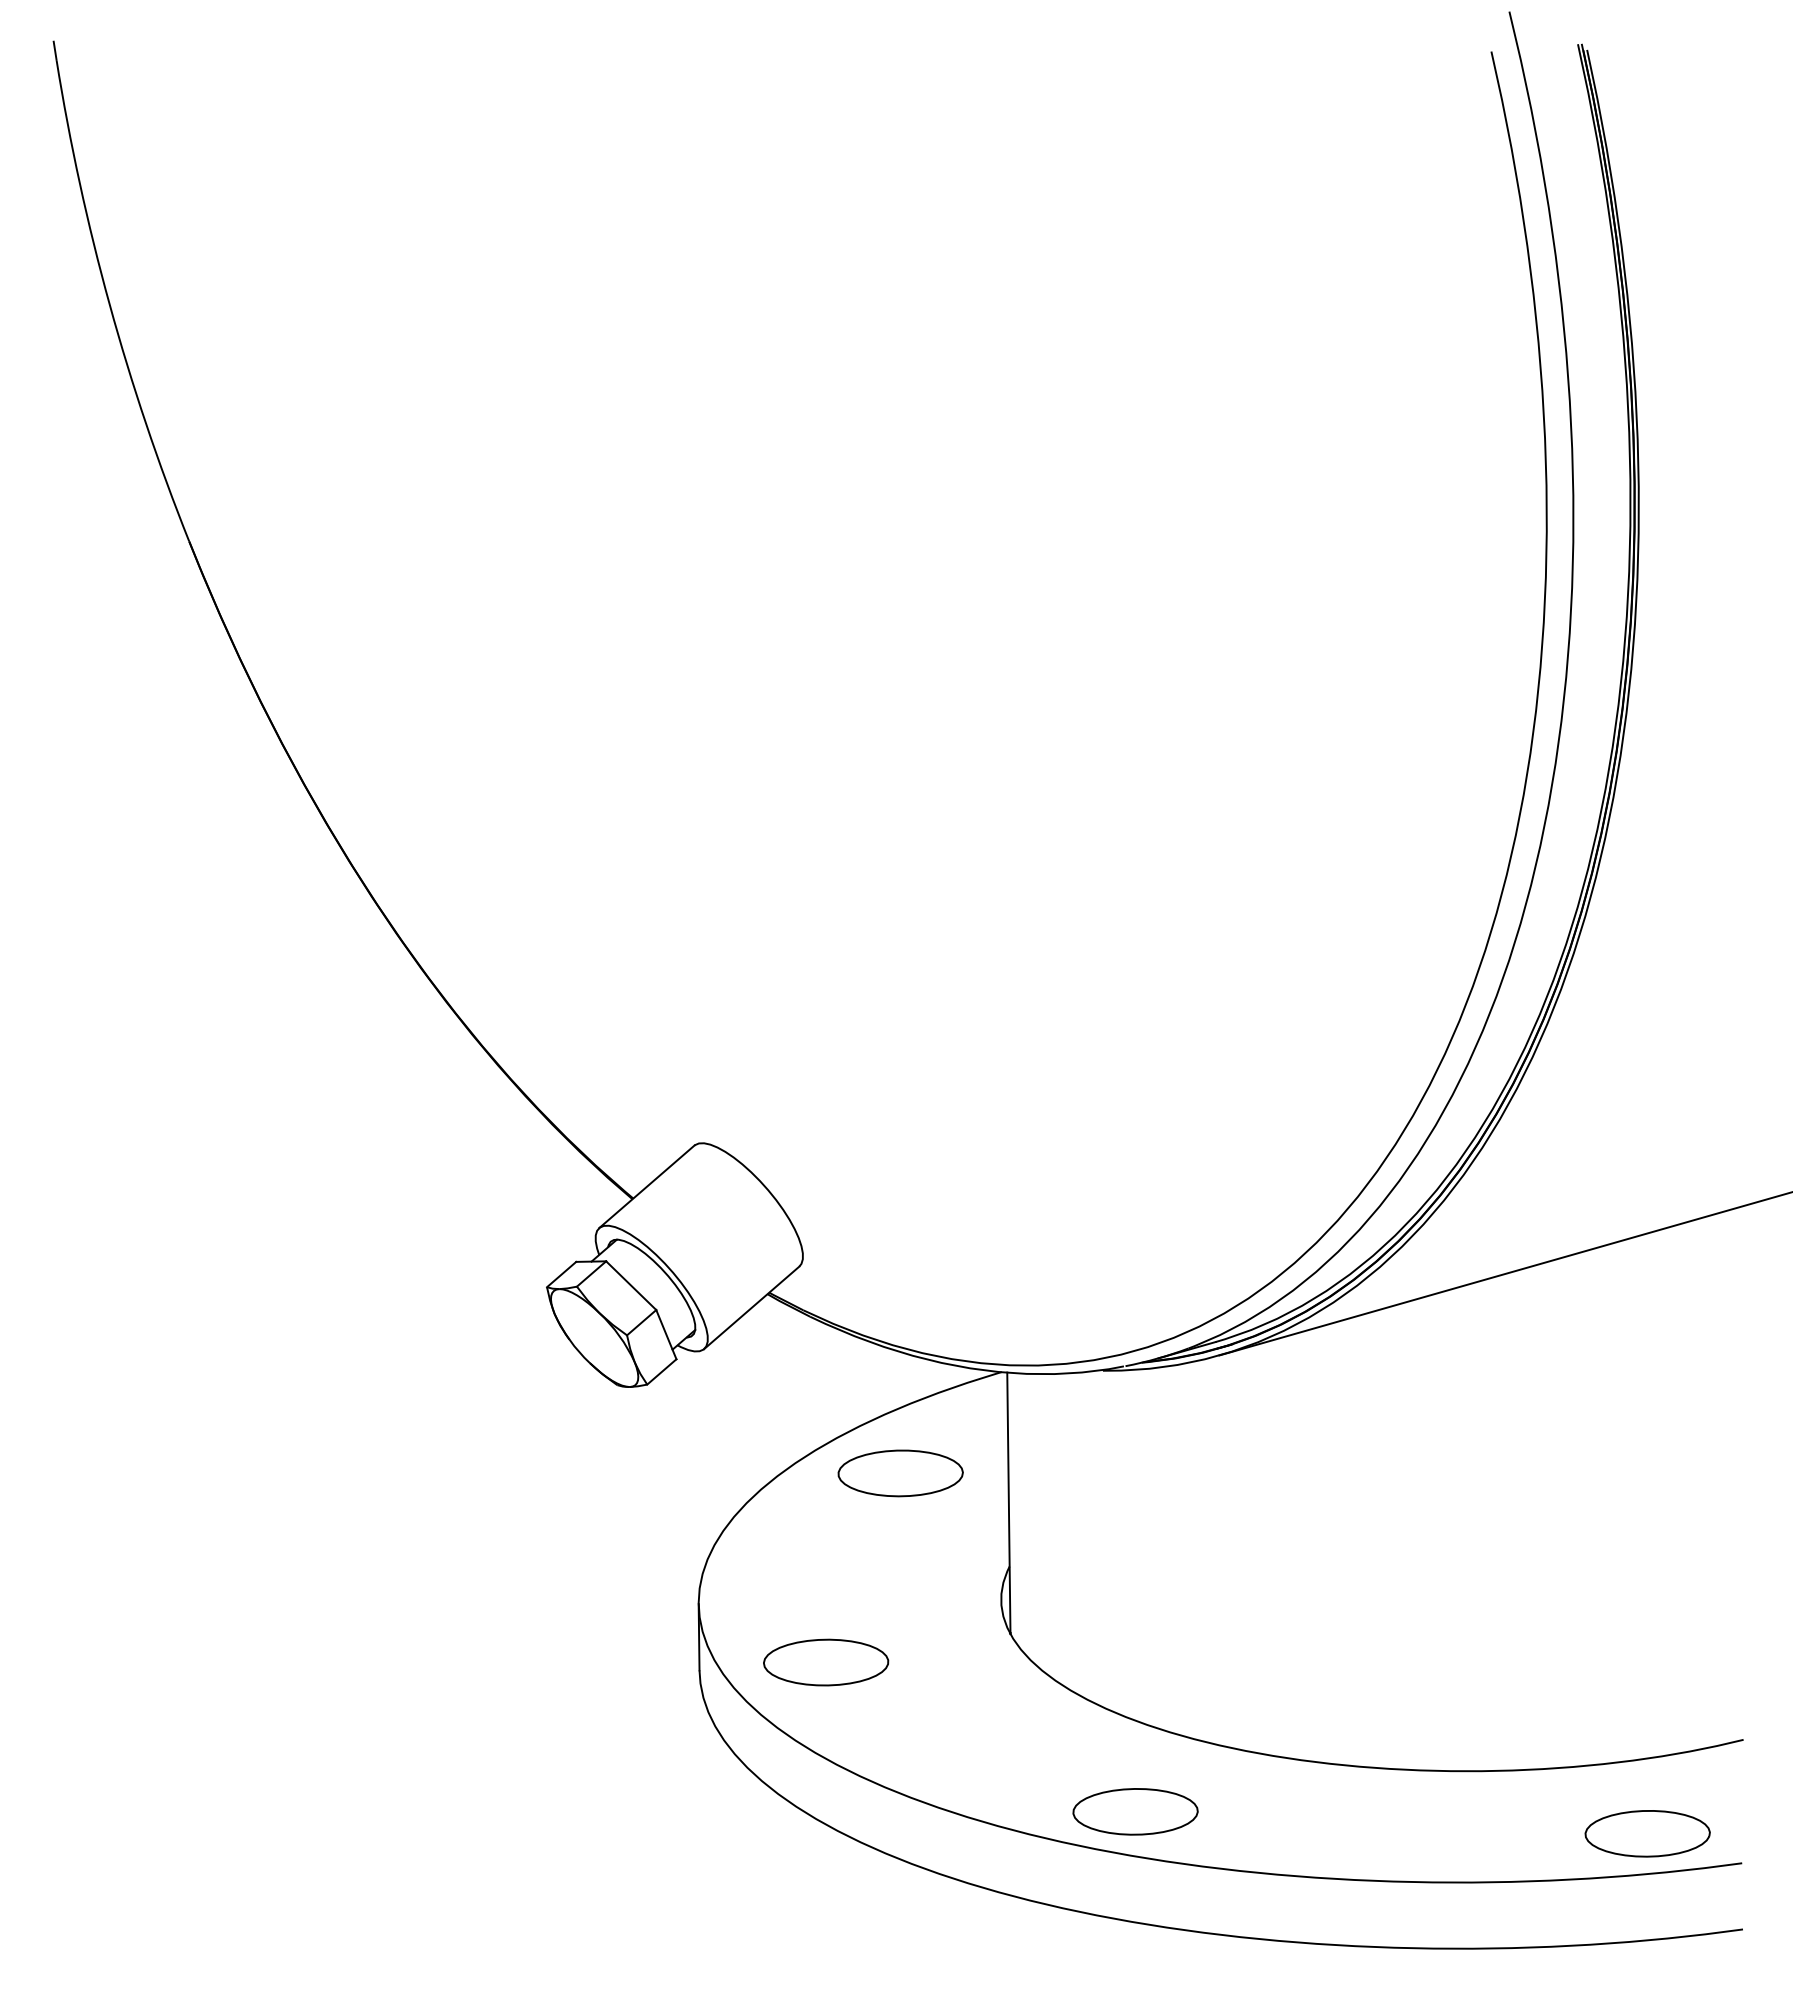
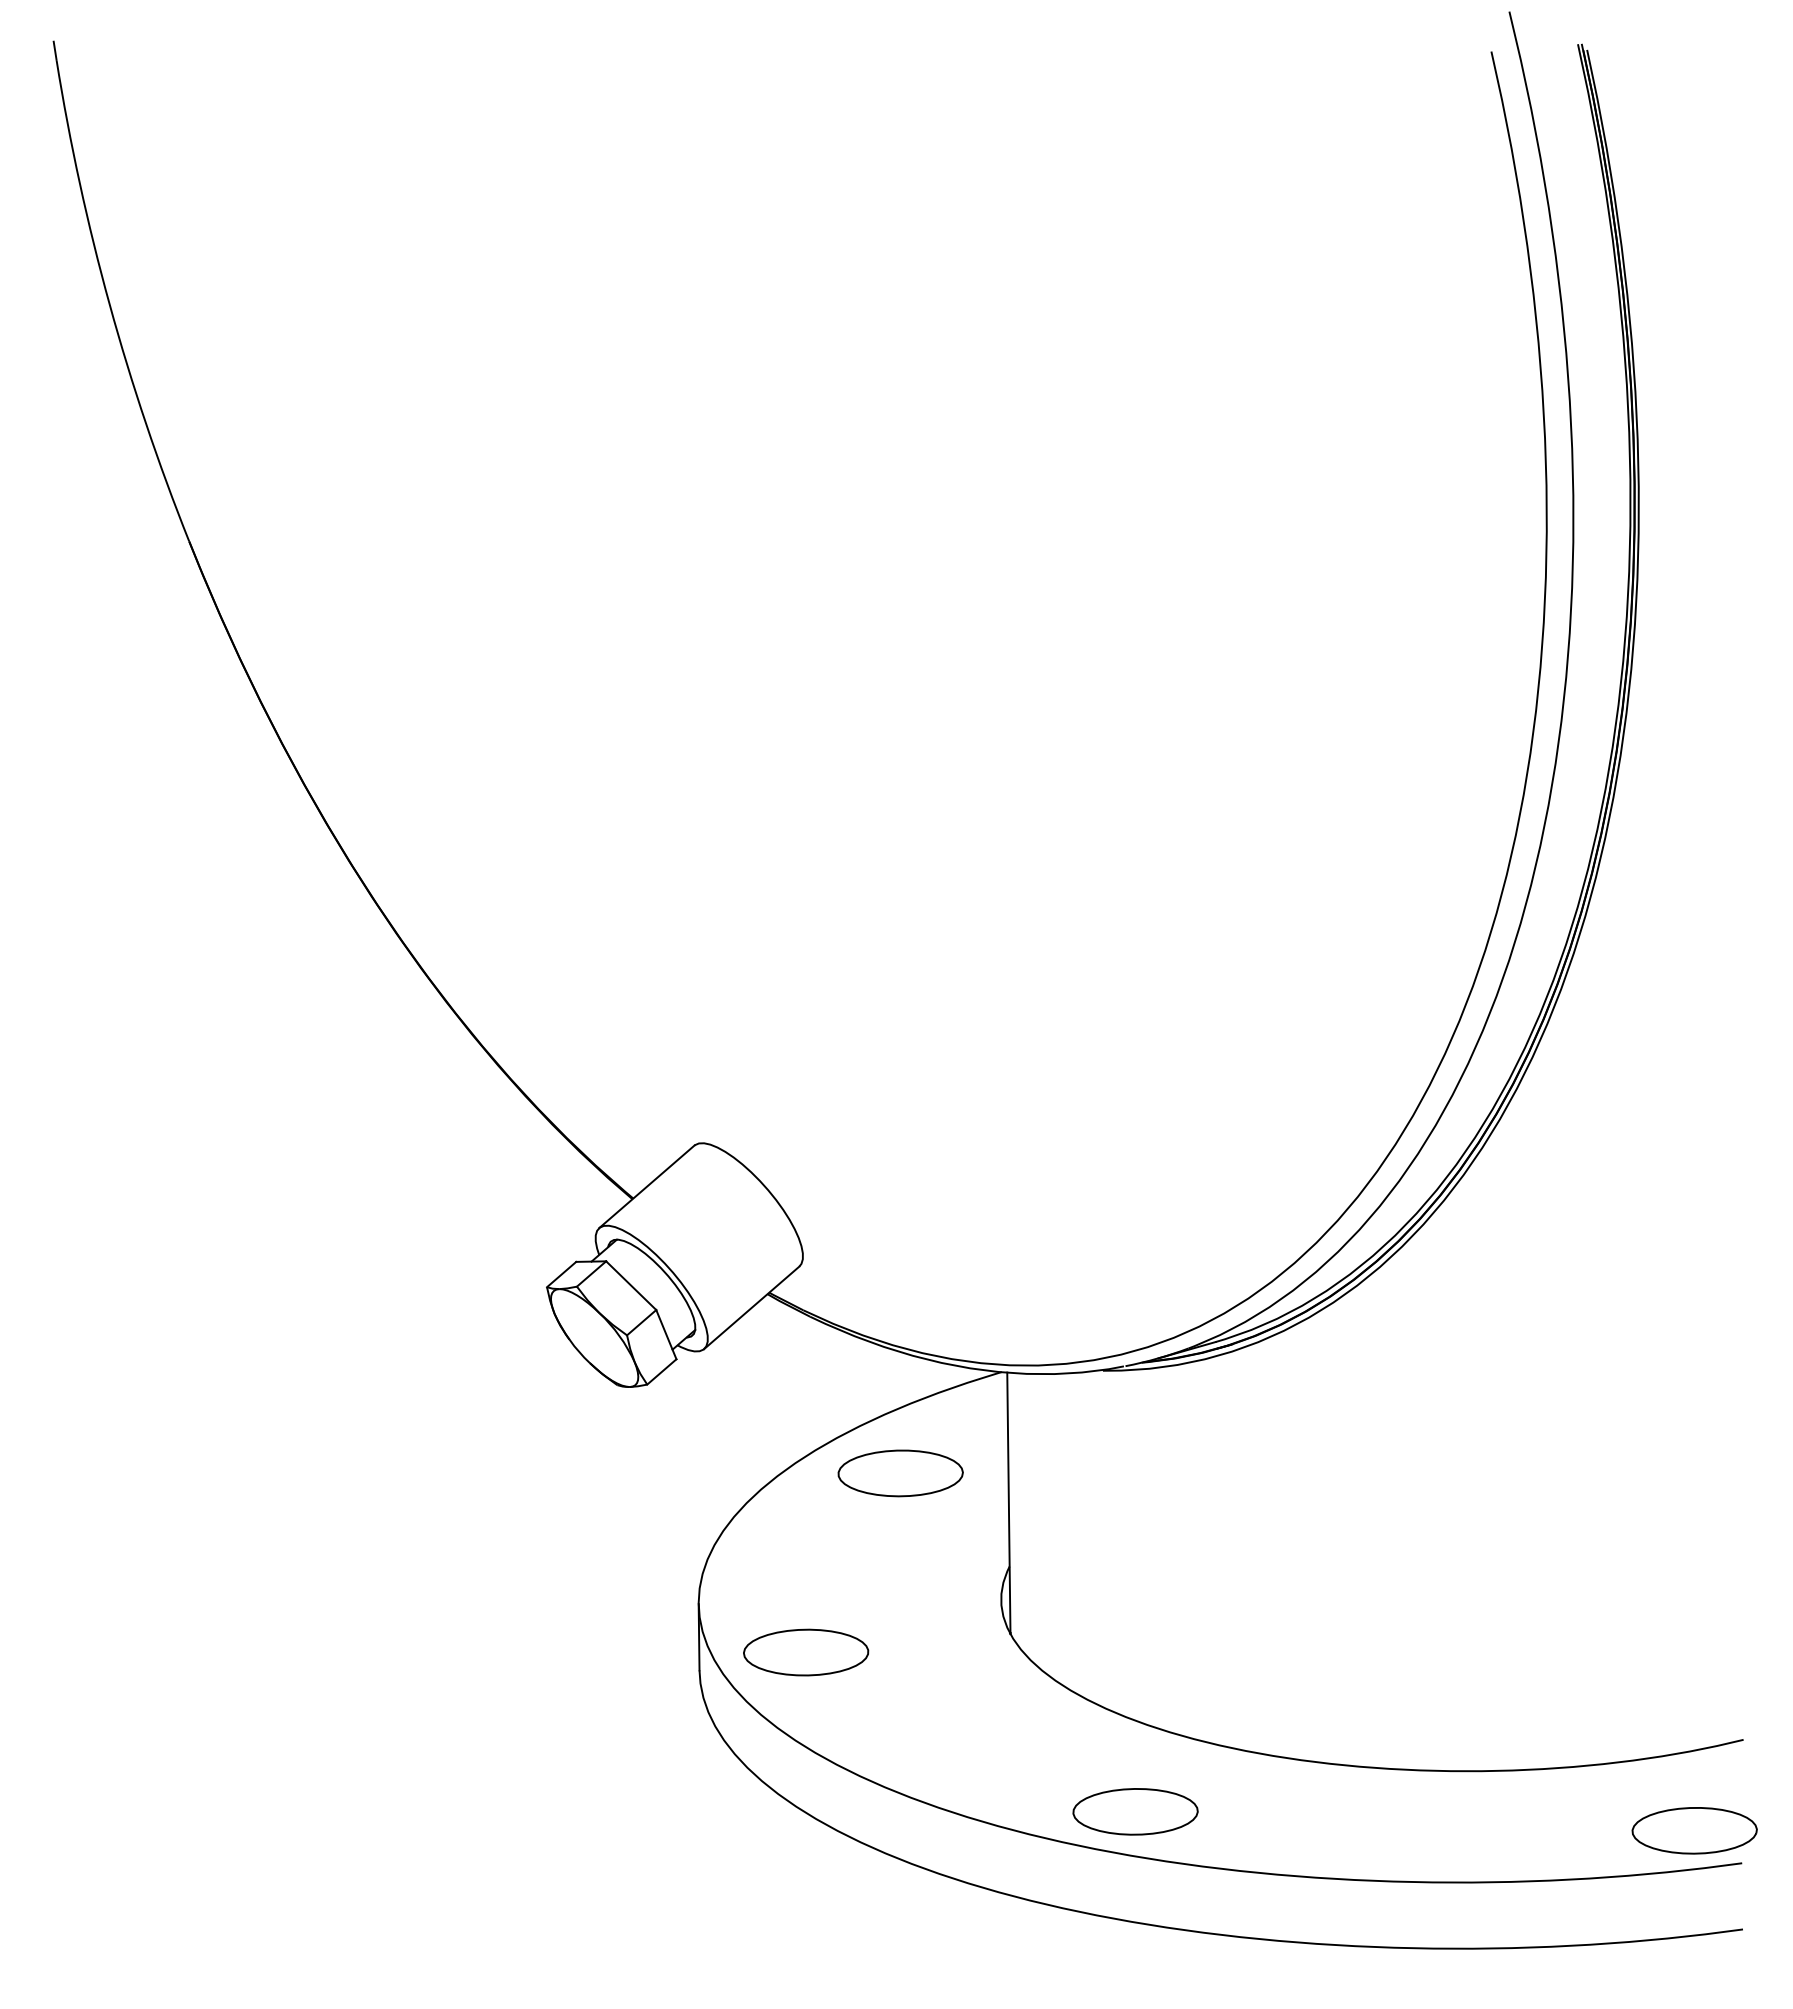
line at (1504, 1273): present -> none
part at (826, 1662) position: (826, 1662) -> (806, 1652)
part at (1647, 1833) position: (1647, 1833) -> (1694, 1830)
